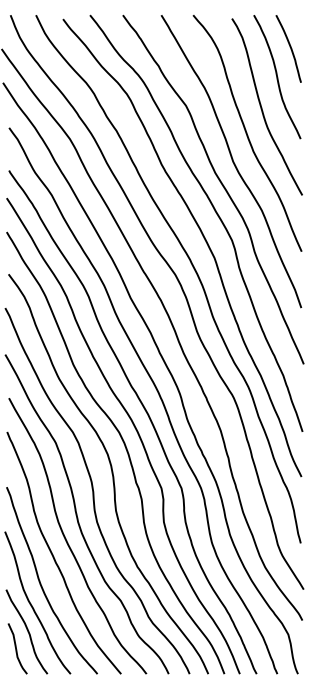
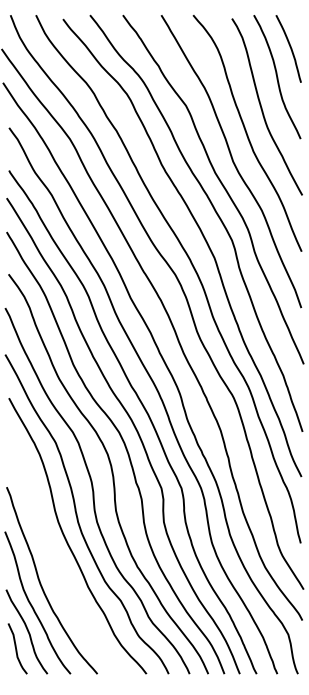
curve at (54, 556): present -> none
